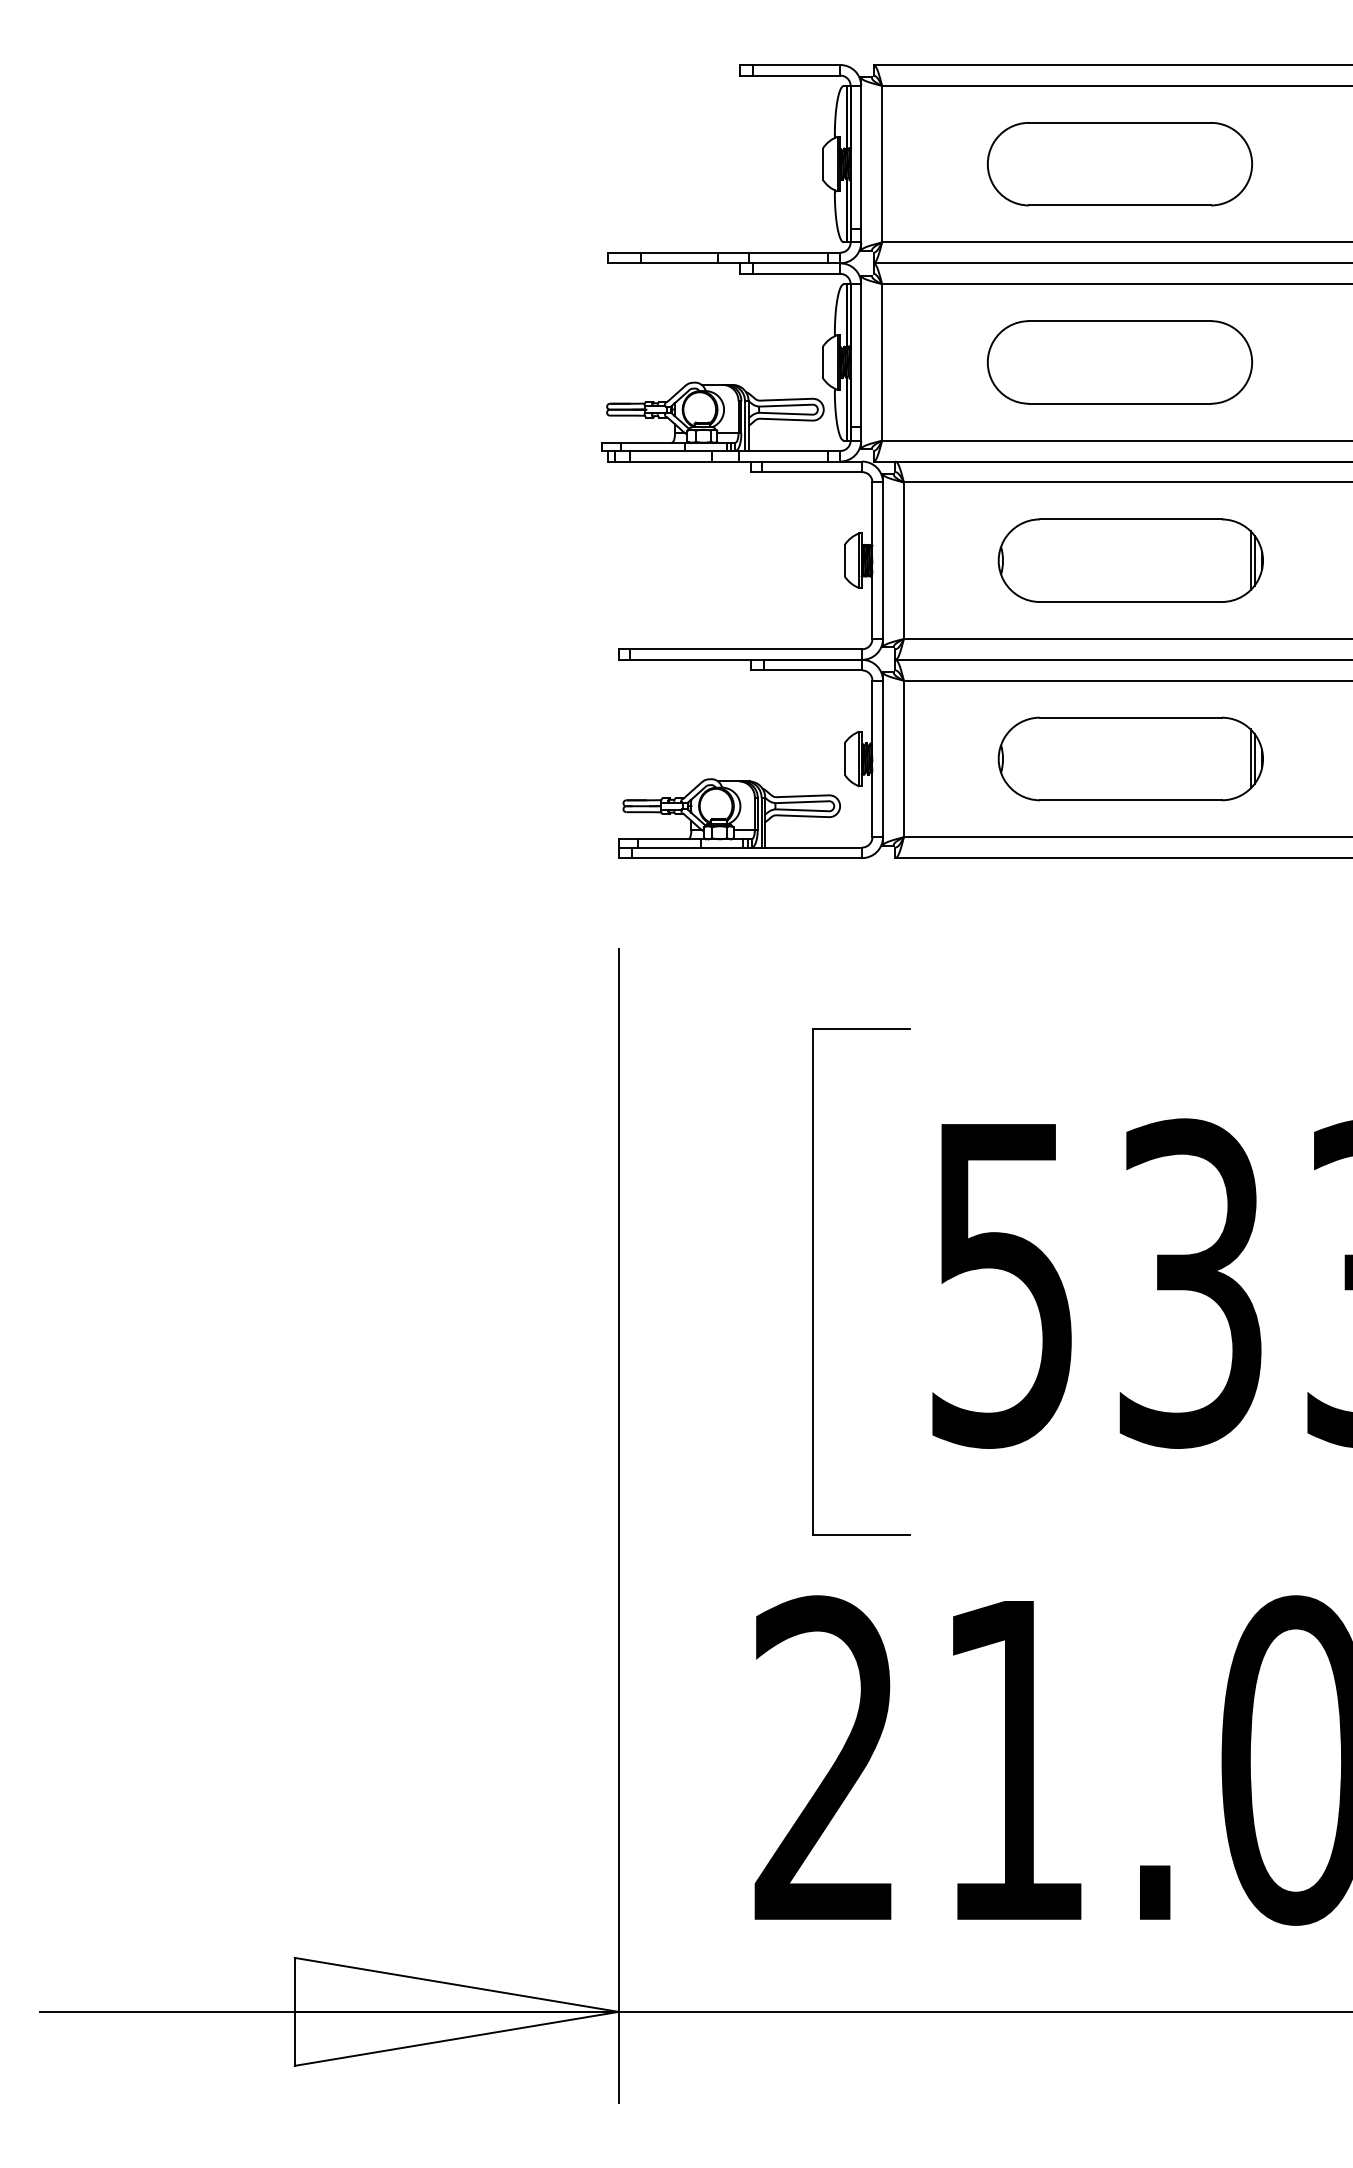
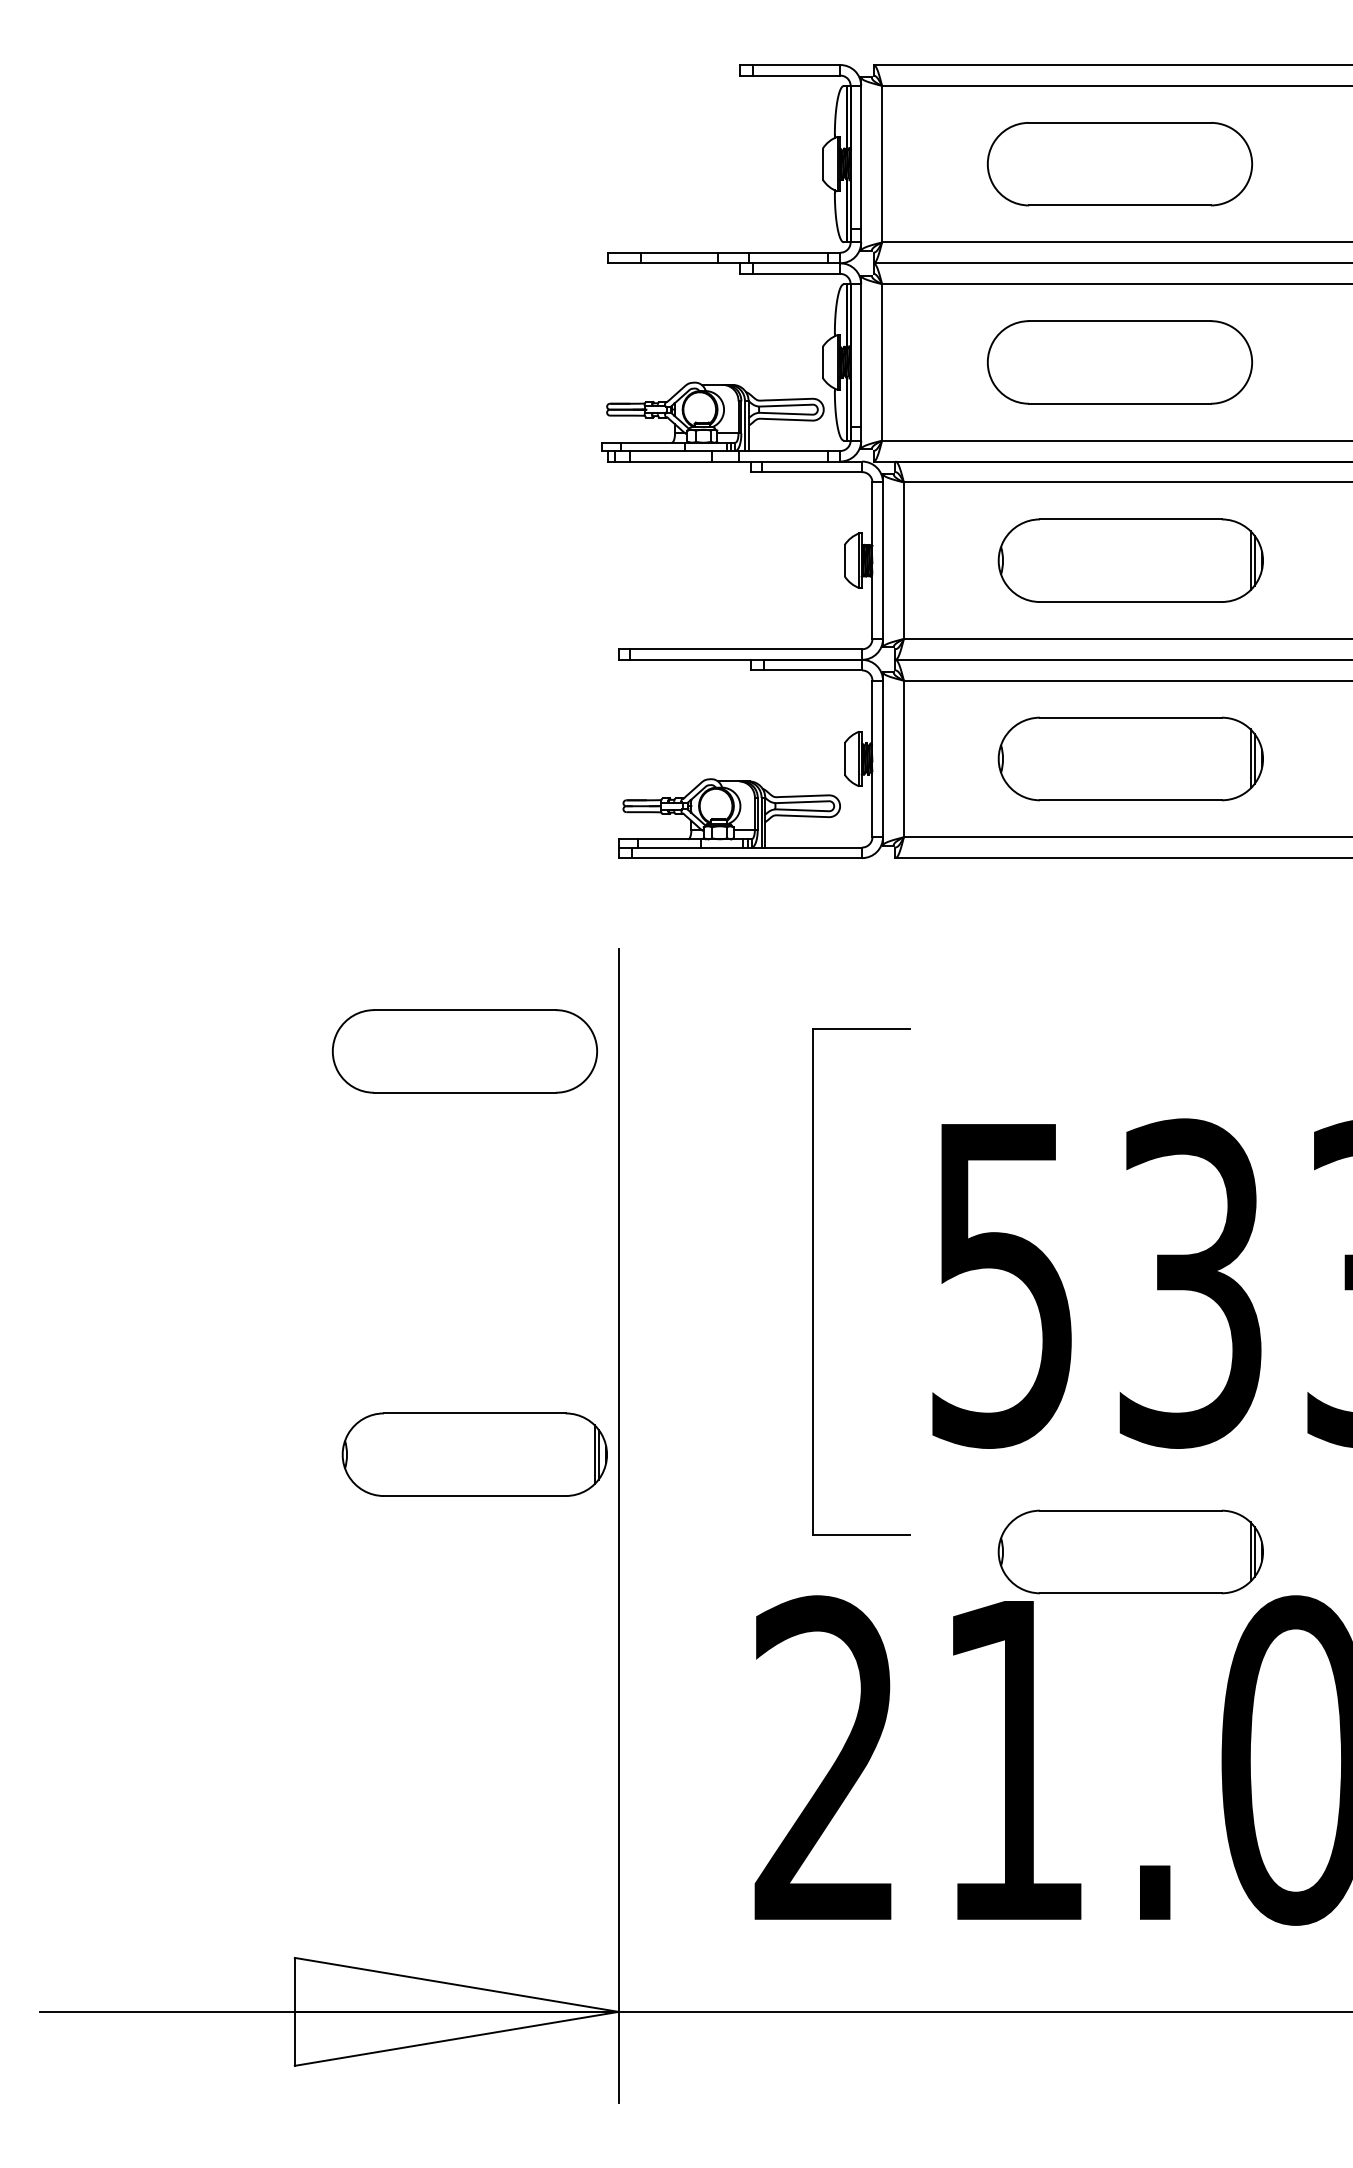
part at (465, 1051): none -> present
part at (474, 1454): none -> present
part at (1130, 1551): none -> present
